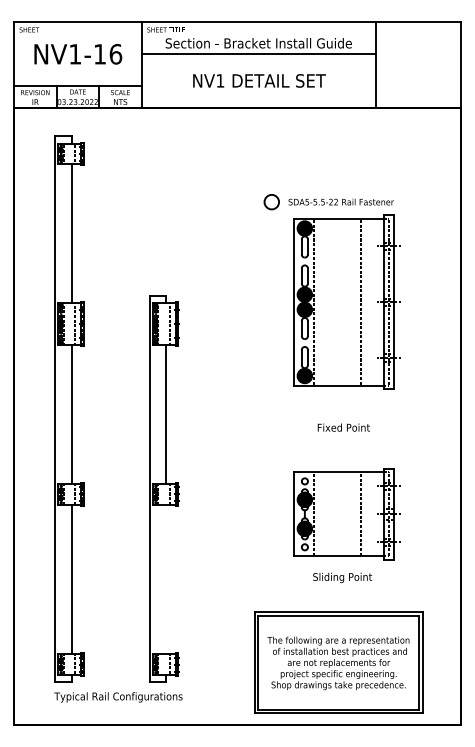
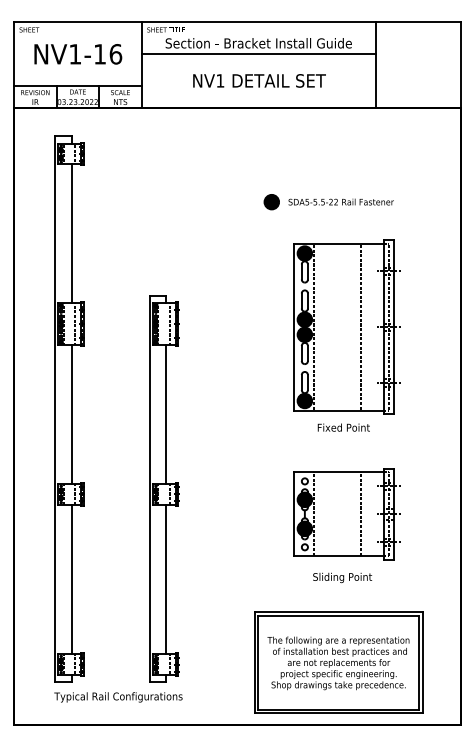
fill at (271, 201): none -> present
part at (346, 301) position: (346, 301) -> (346, 326)
line at (166, 579): none -> present
